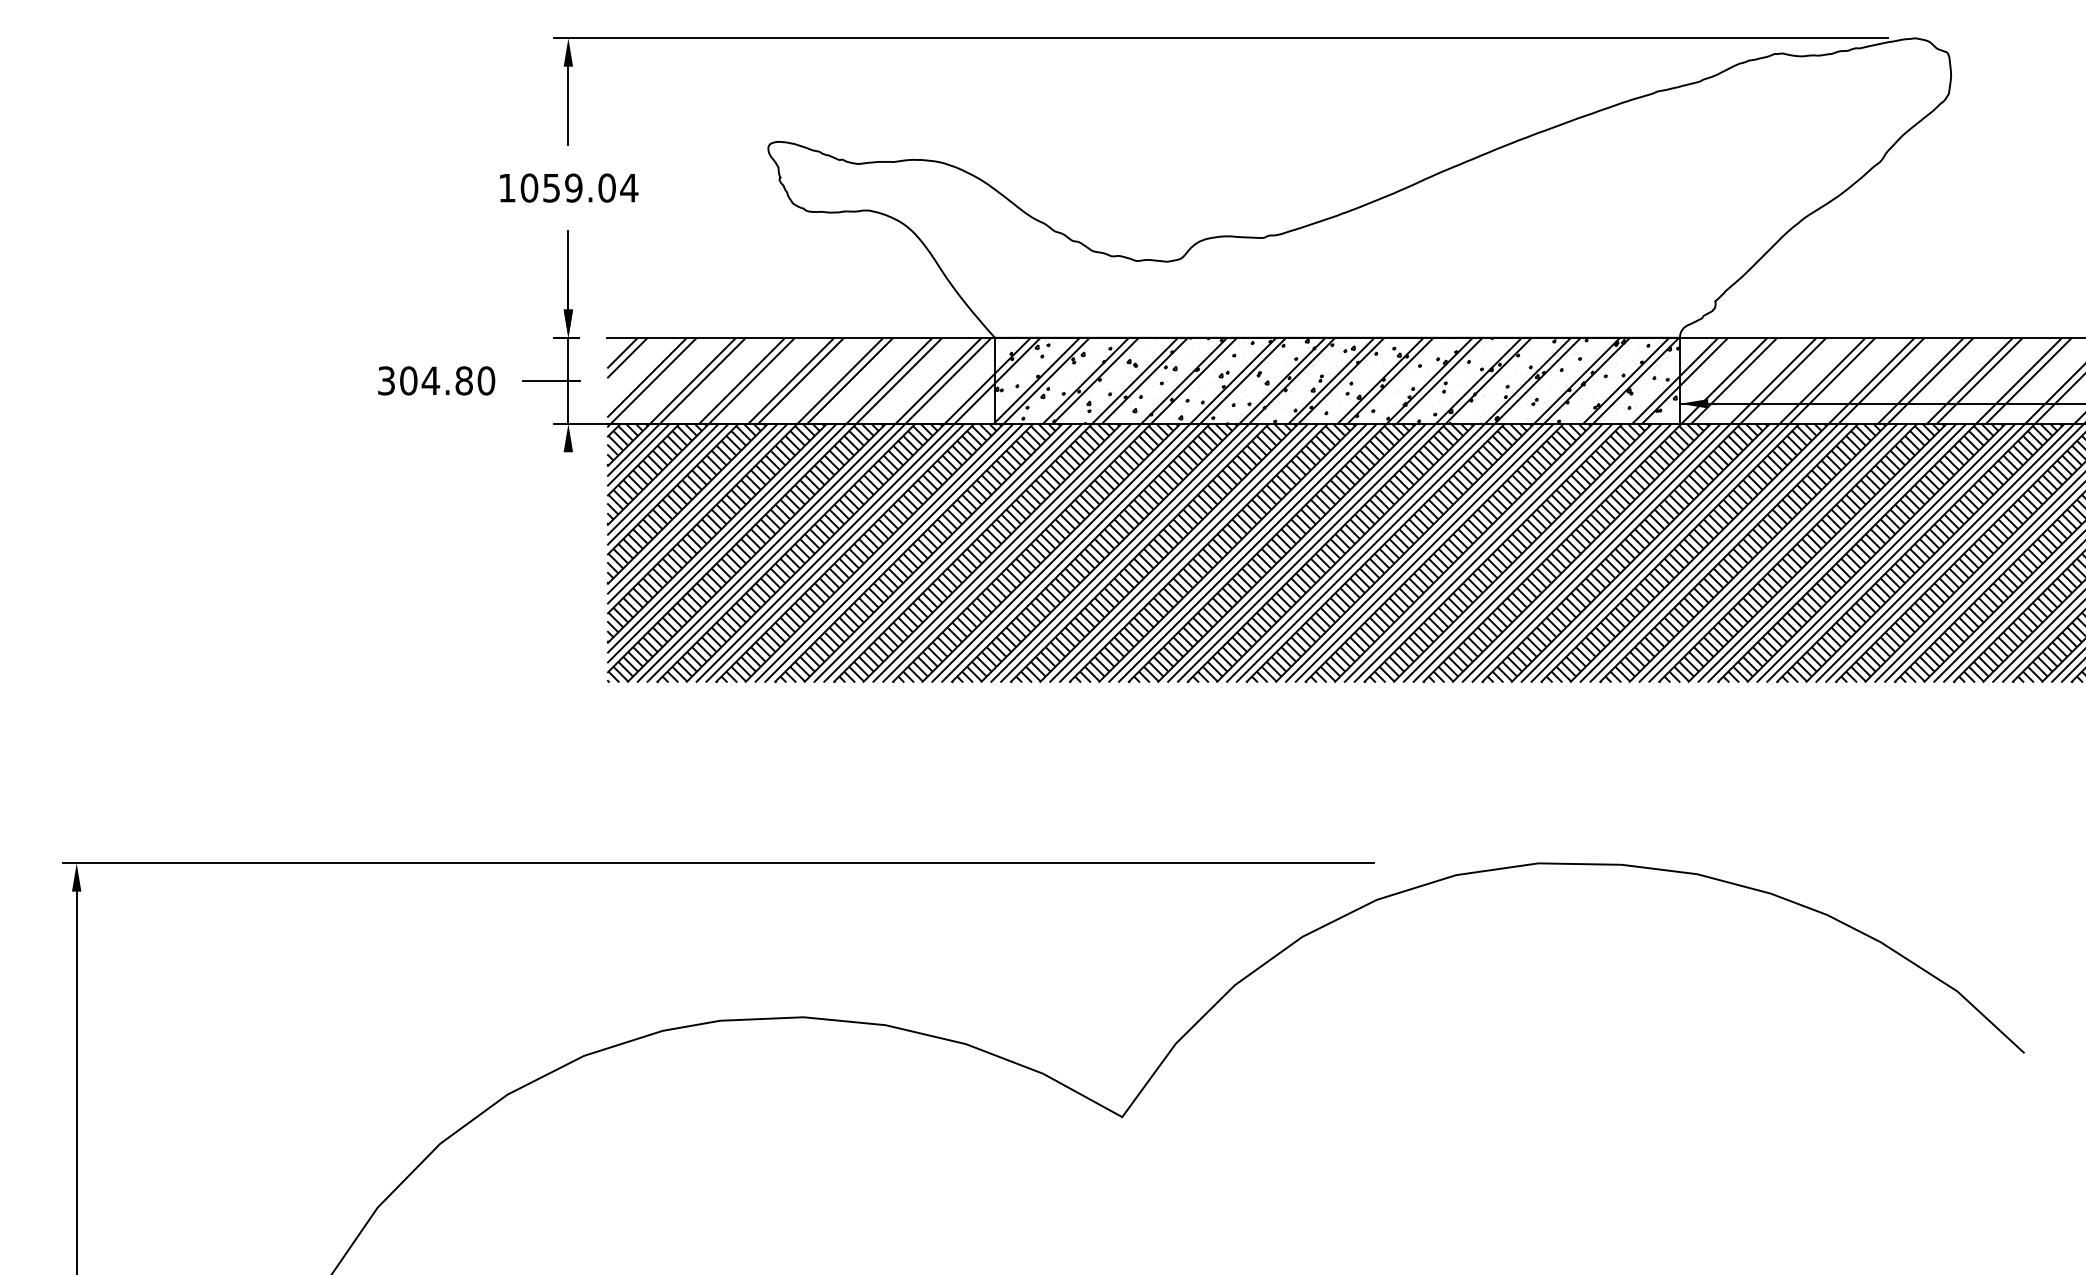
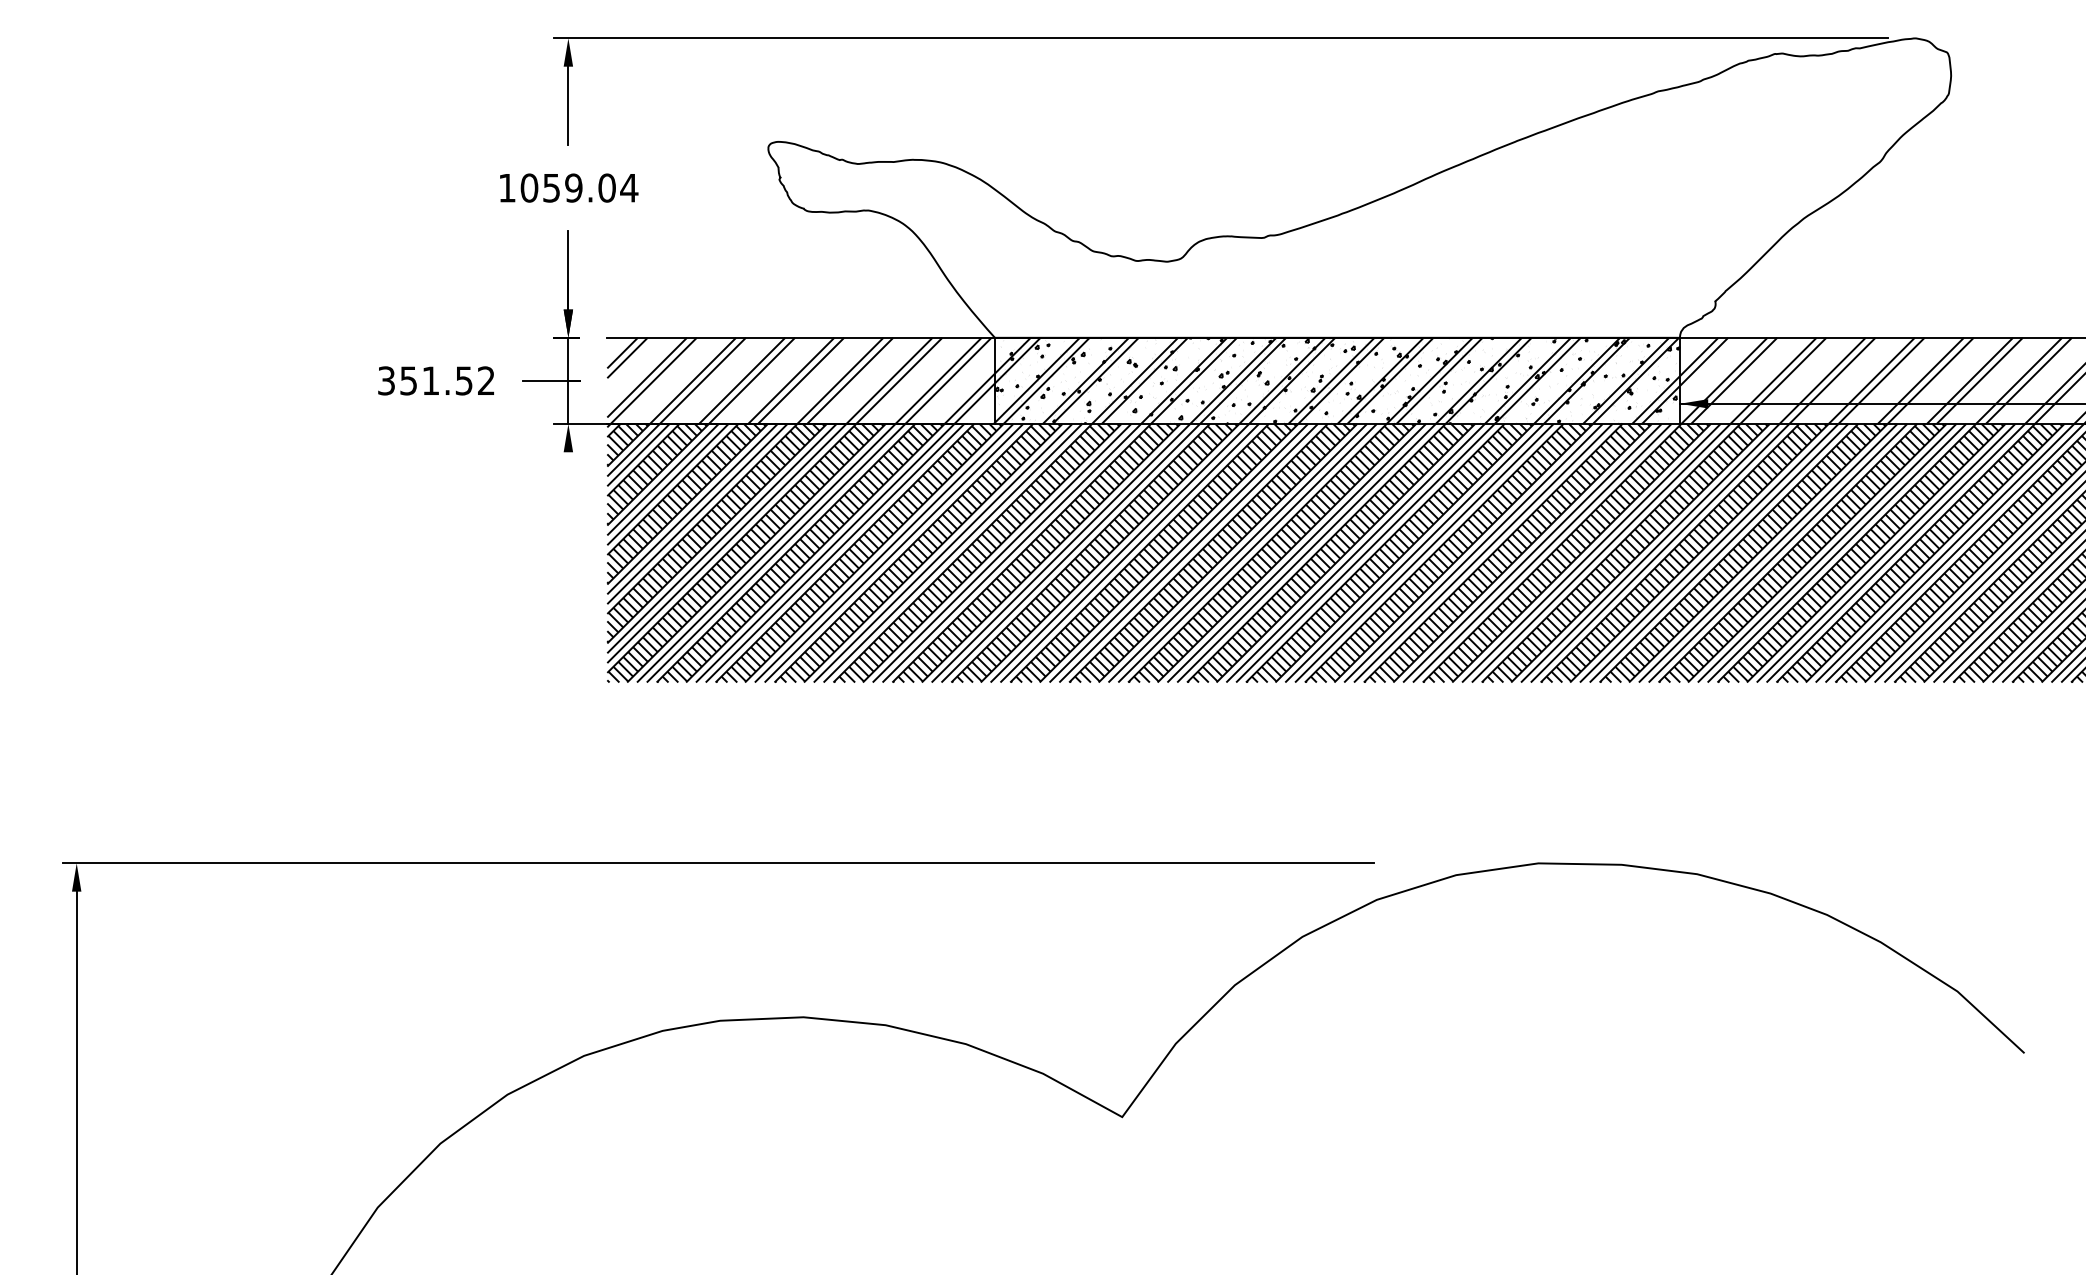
text at (447, 380): 304.80 -> 351.52
